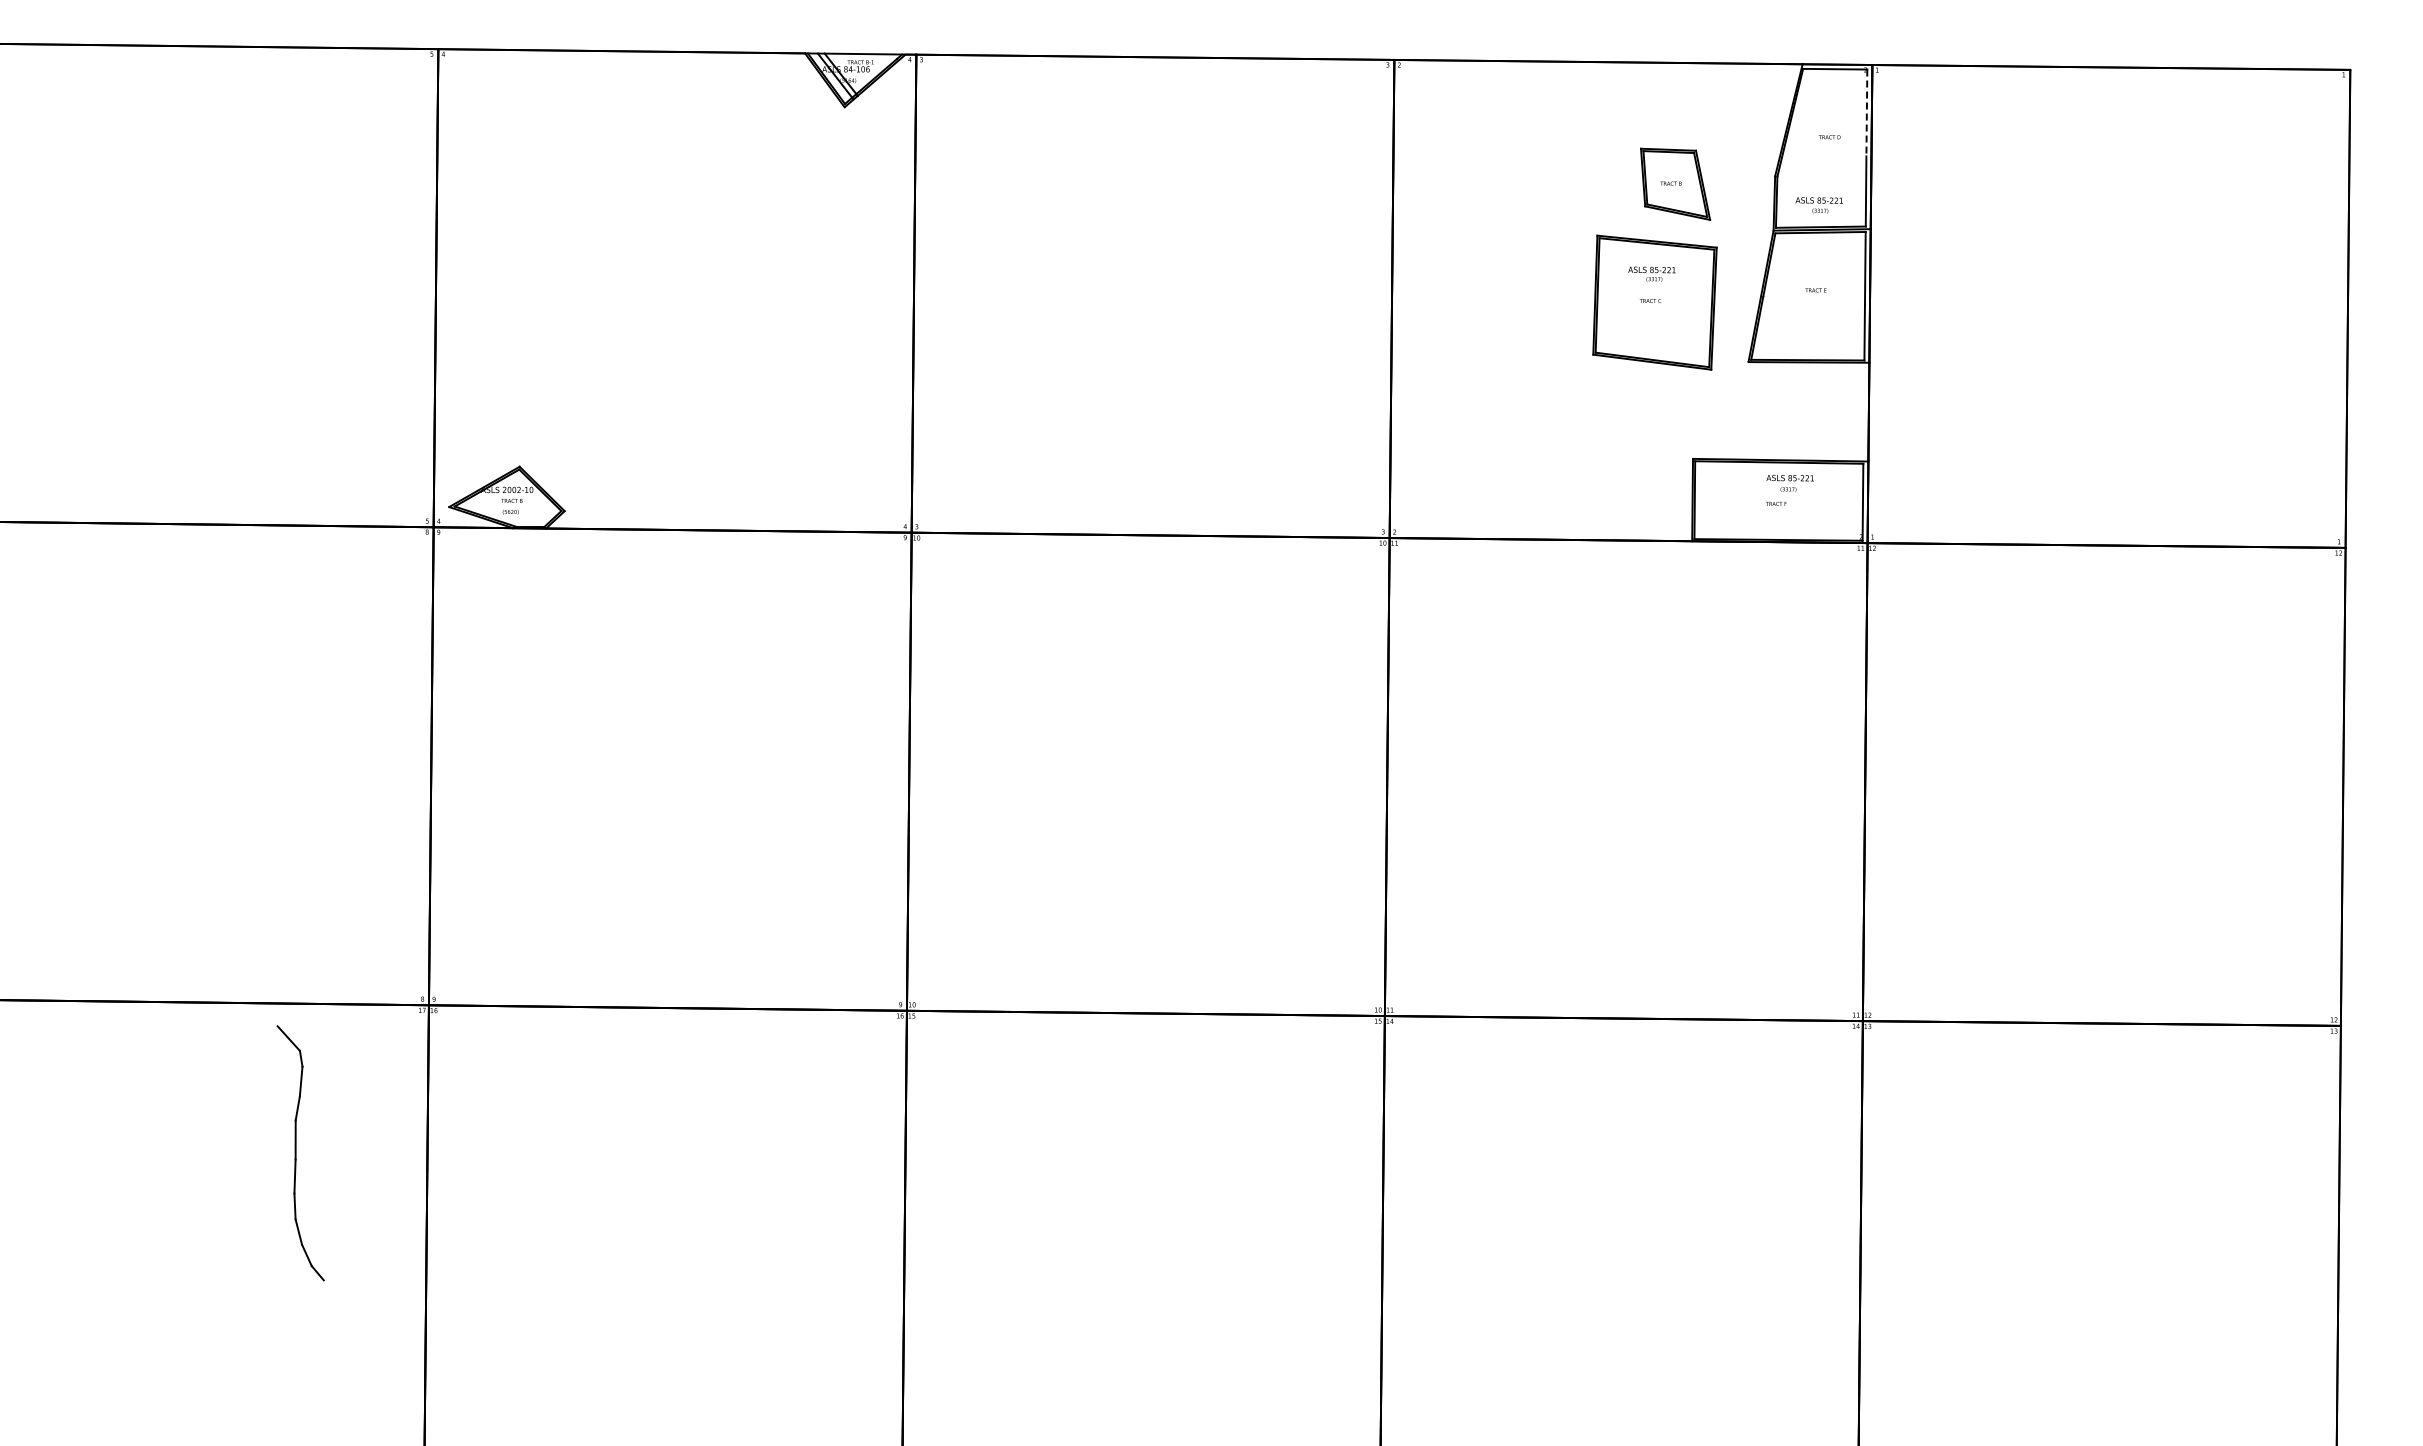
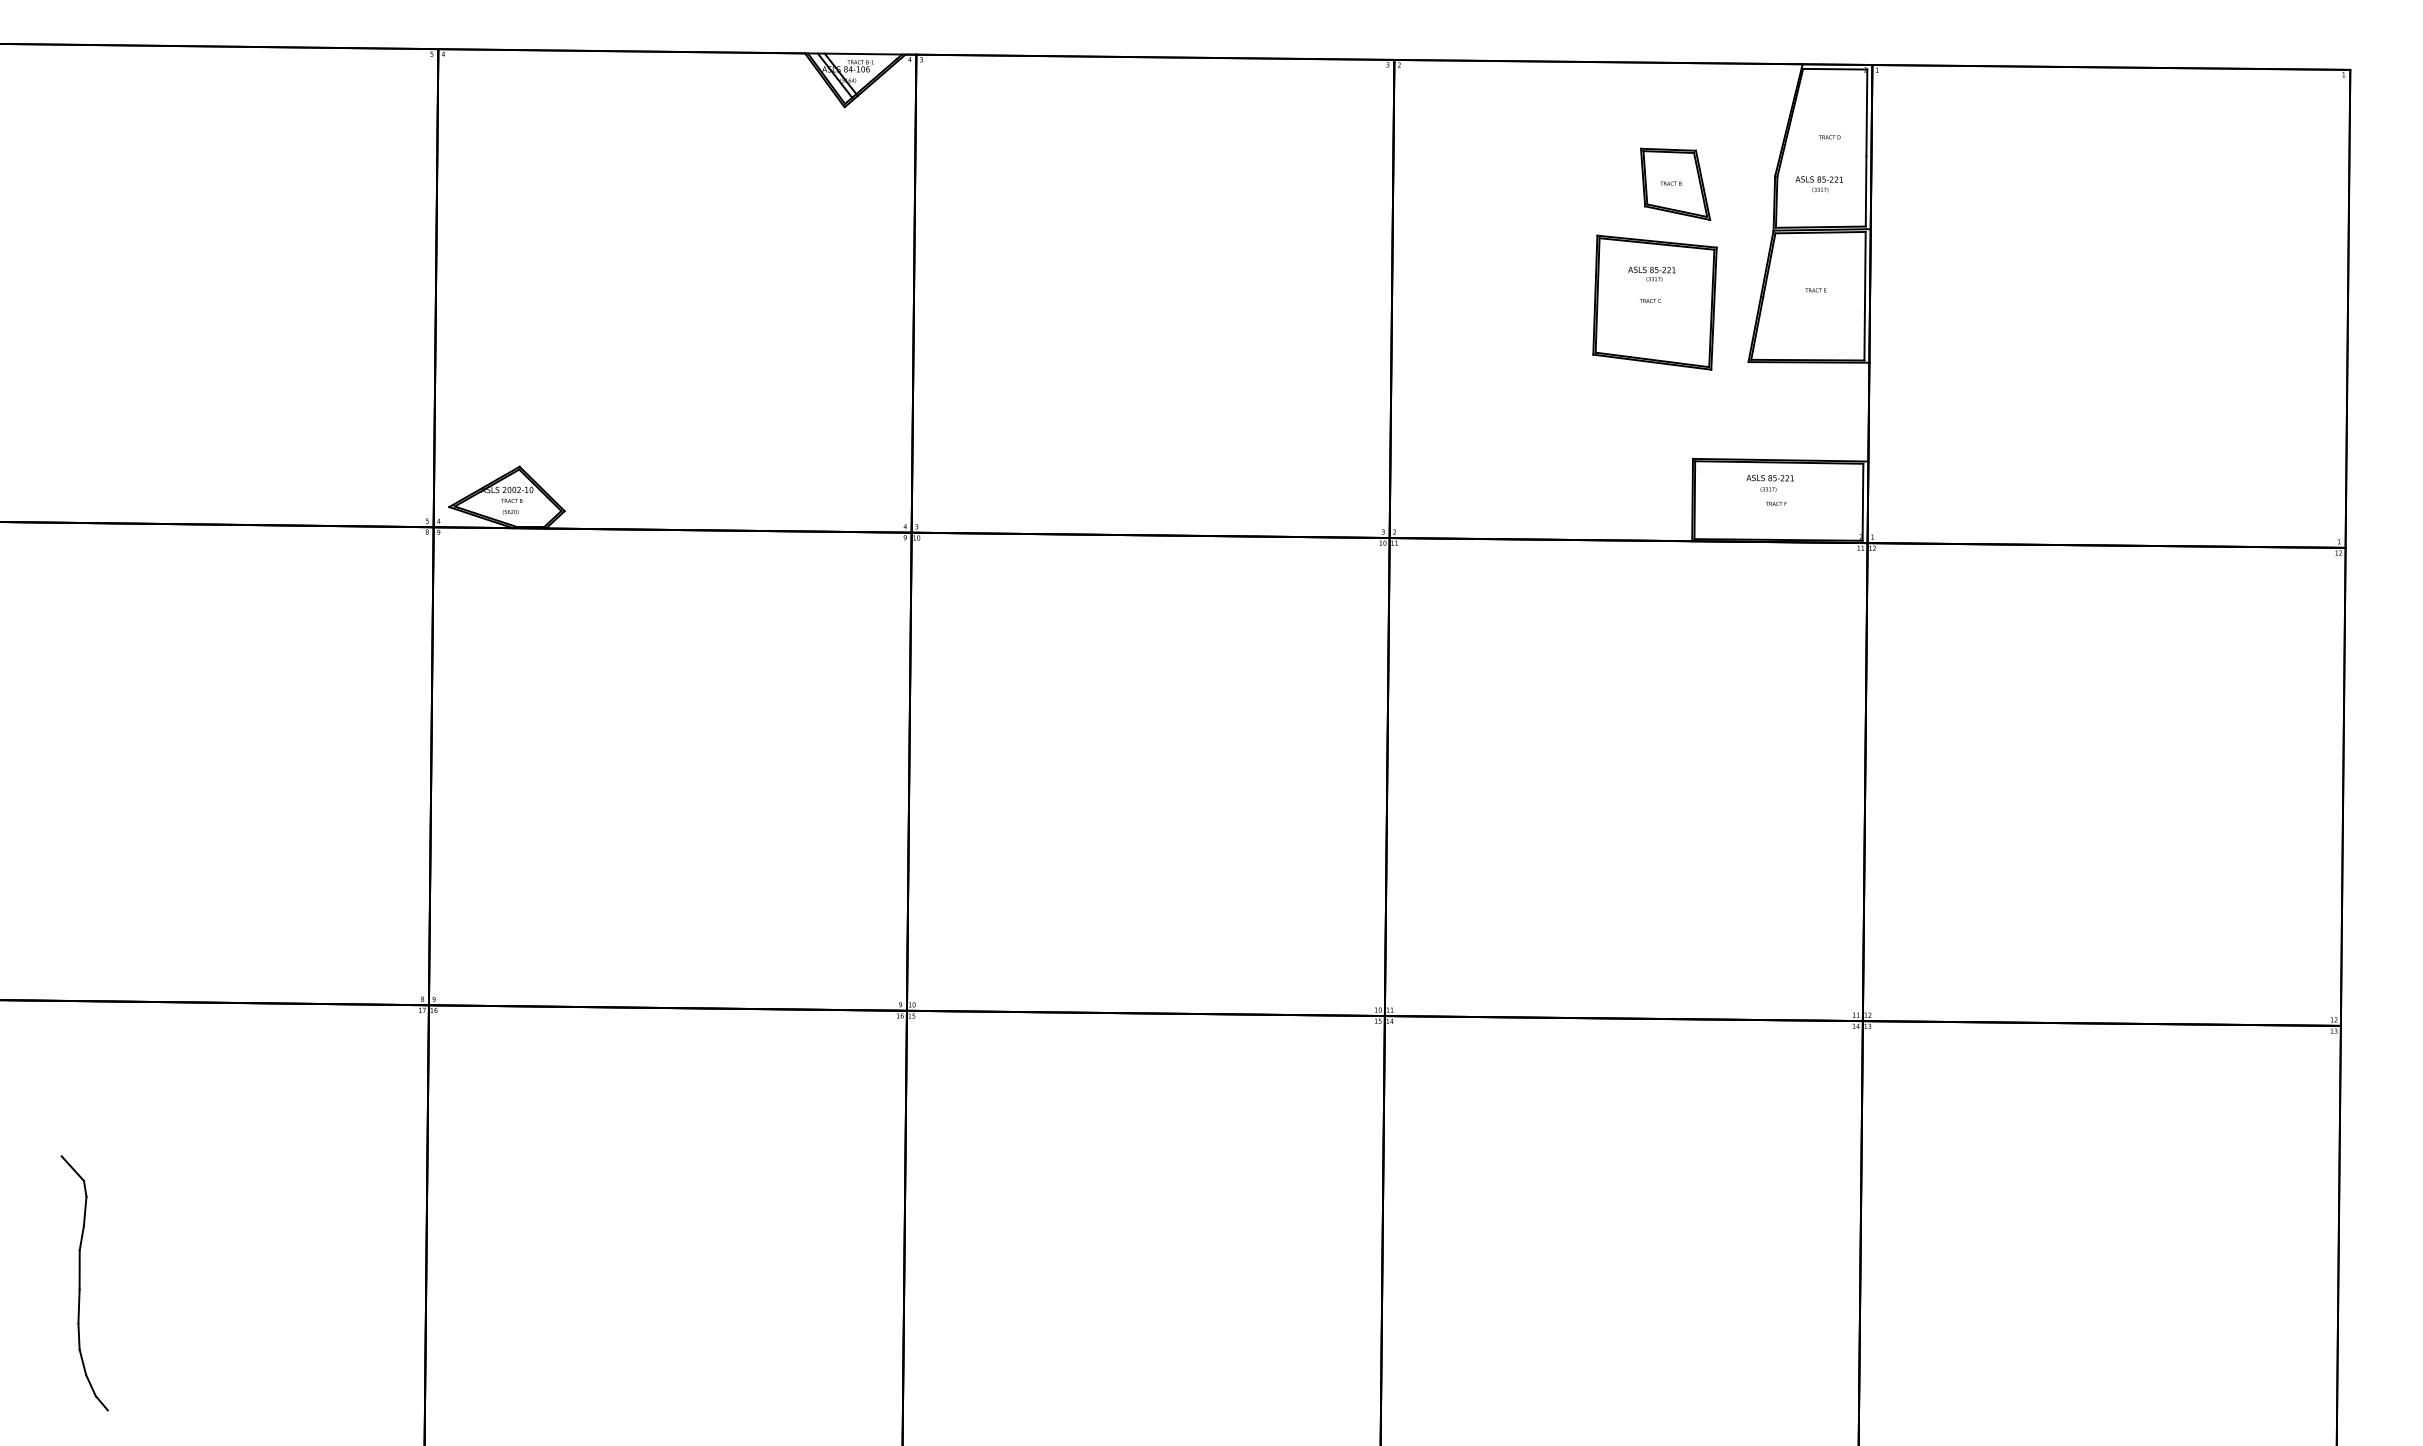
line at (1866, 113): dashed -> solid
text at (1818, 205) position: (1818, 205) -> (1818, 184)
text at (1789, 482) position: (1789, 482) -> (1769, 482)
part at (300, 1153) position: (300, 1153) -> (84, 1283)
